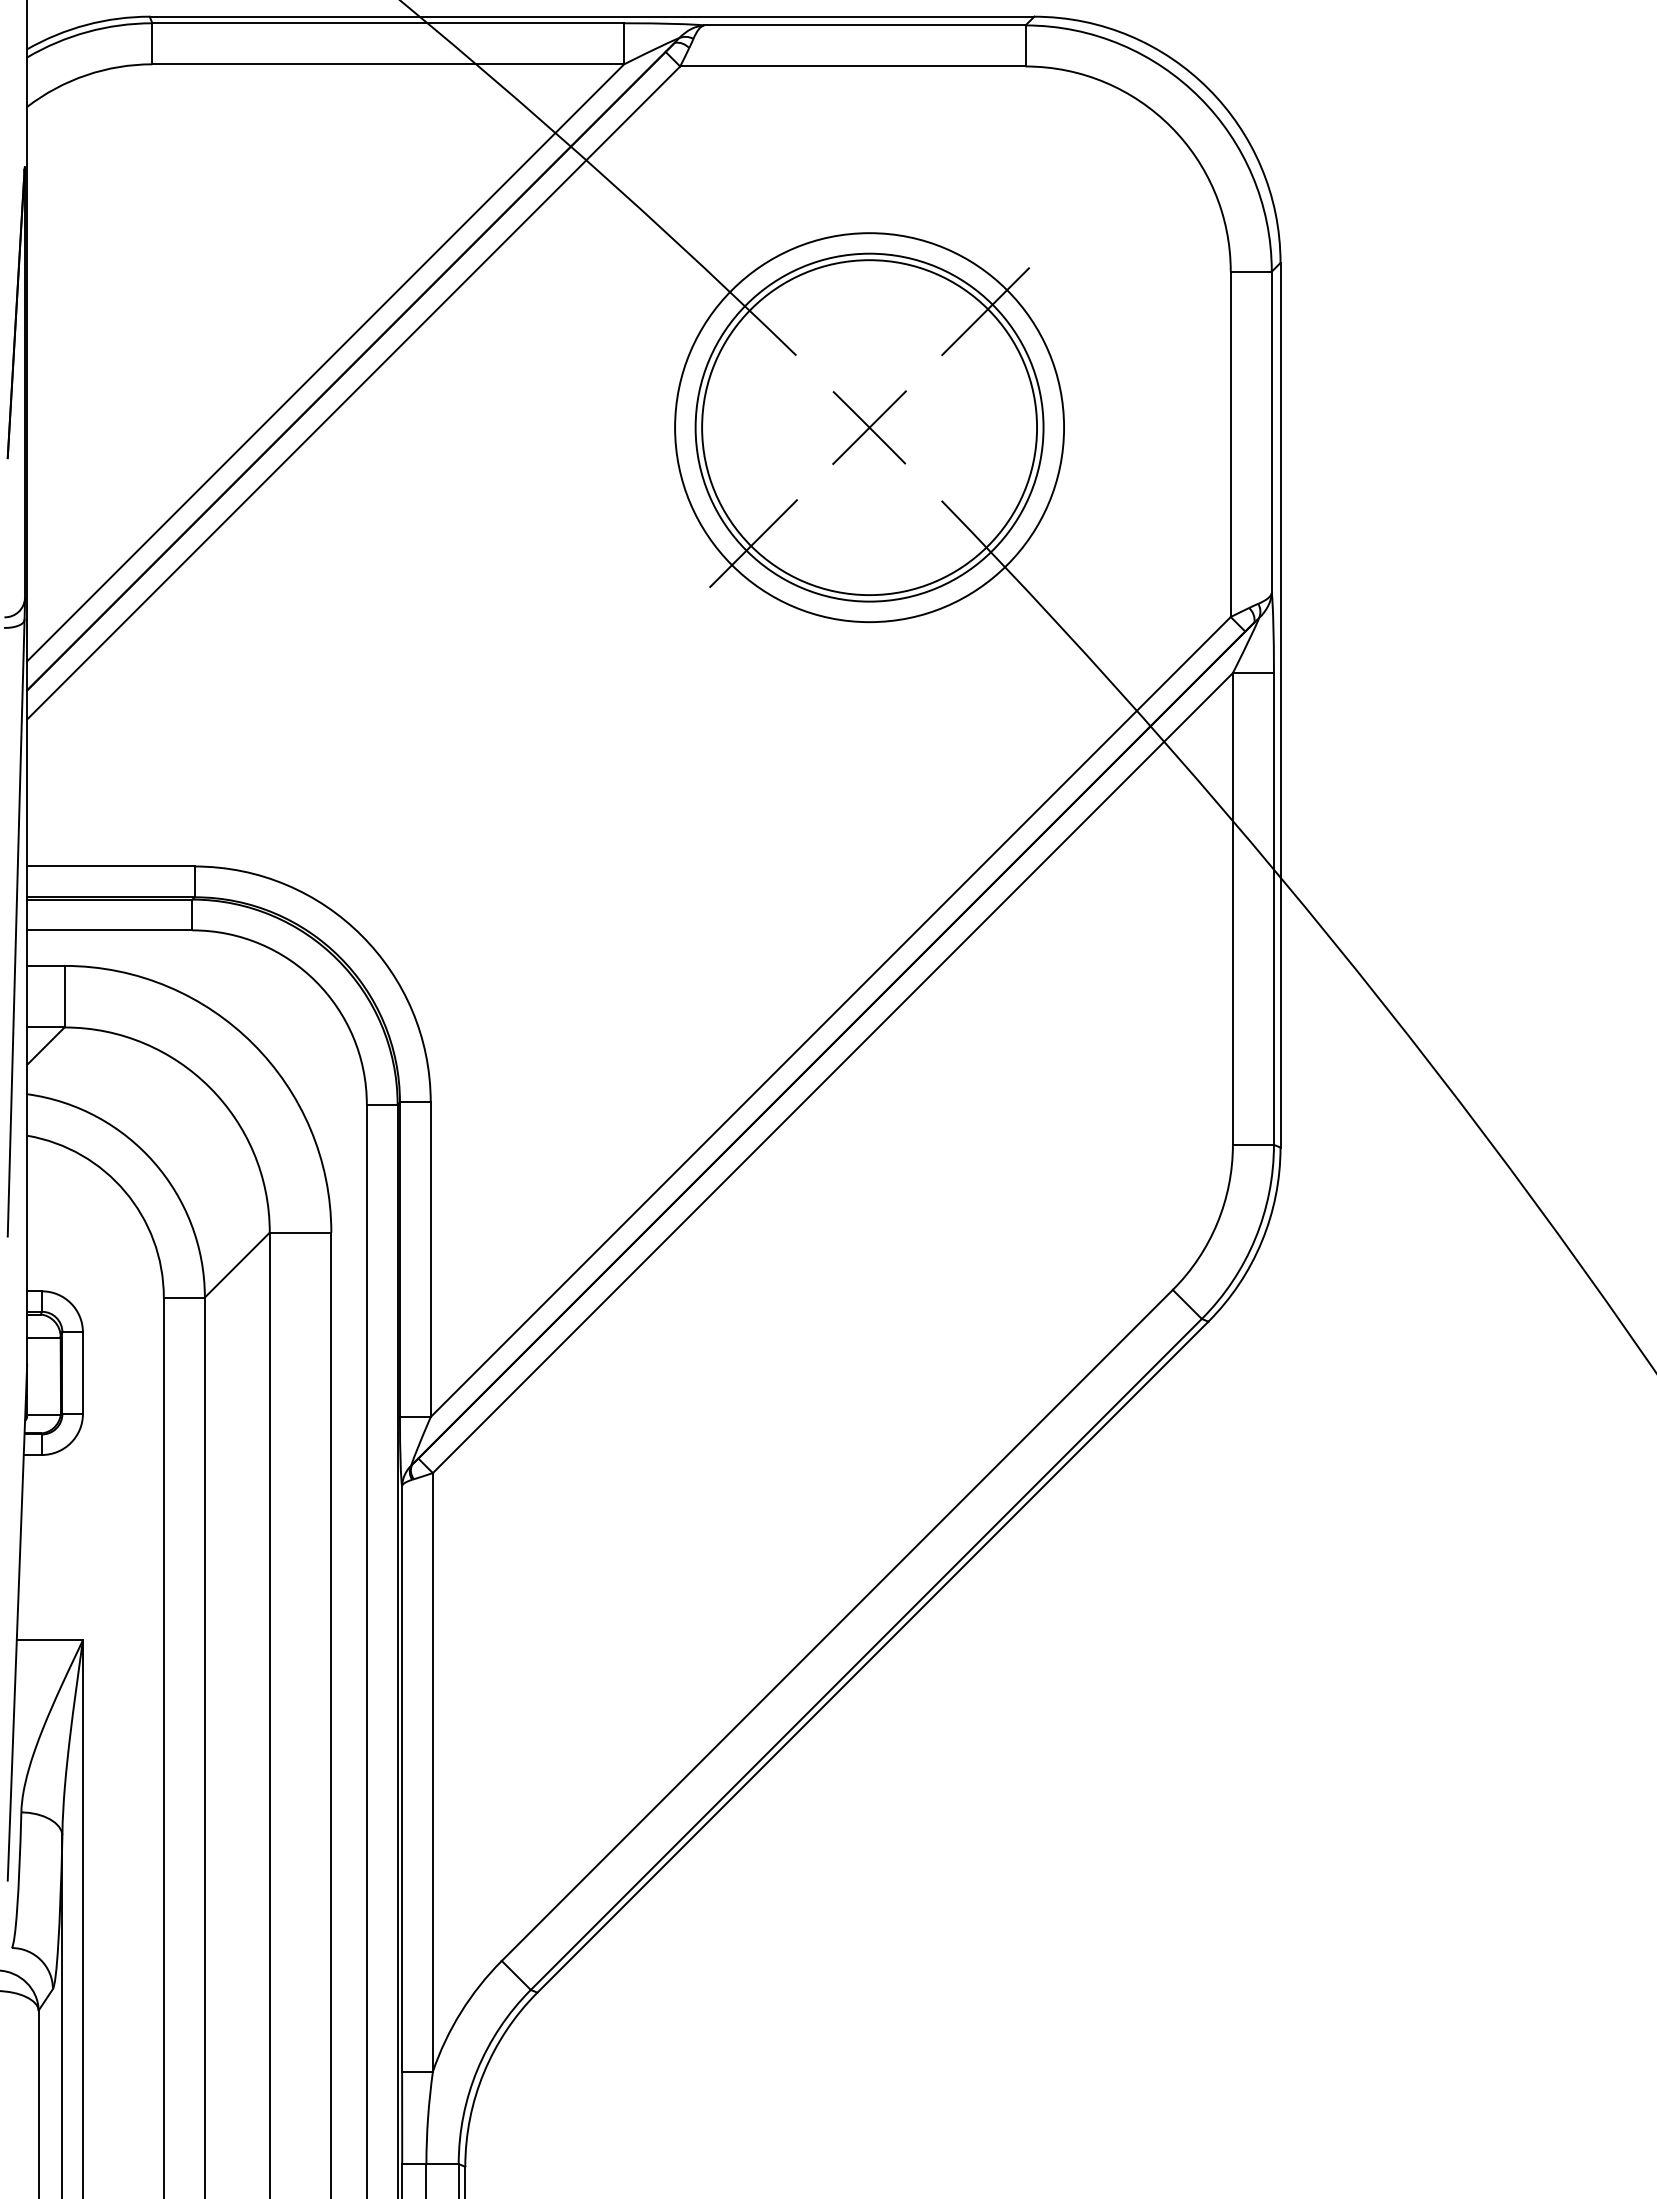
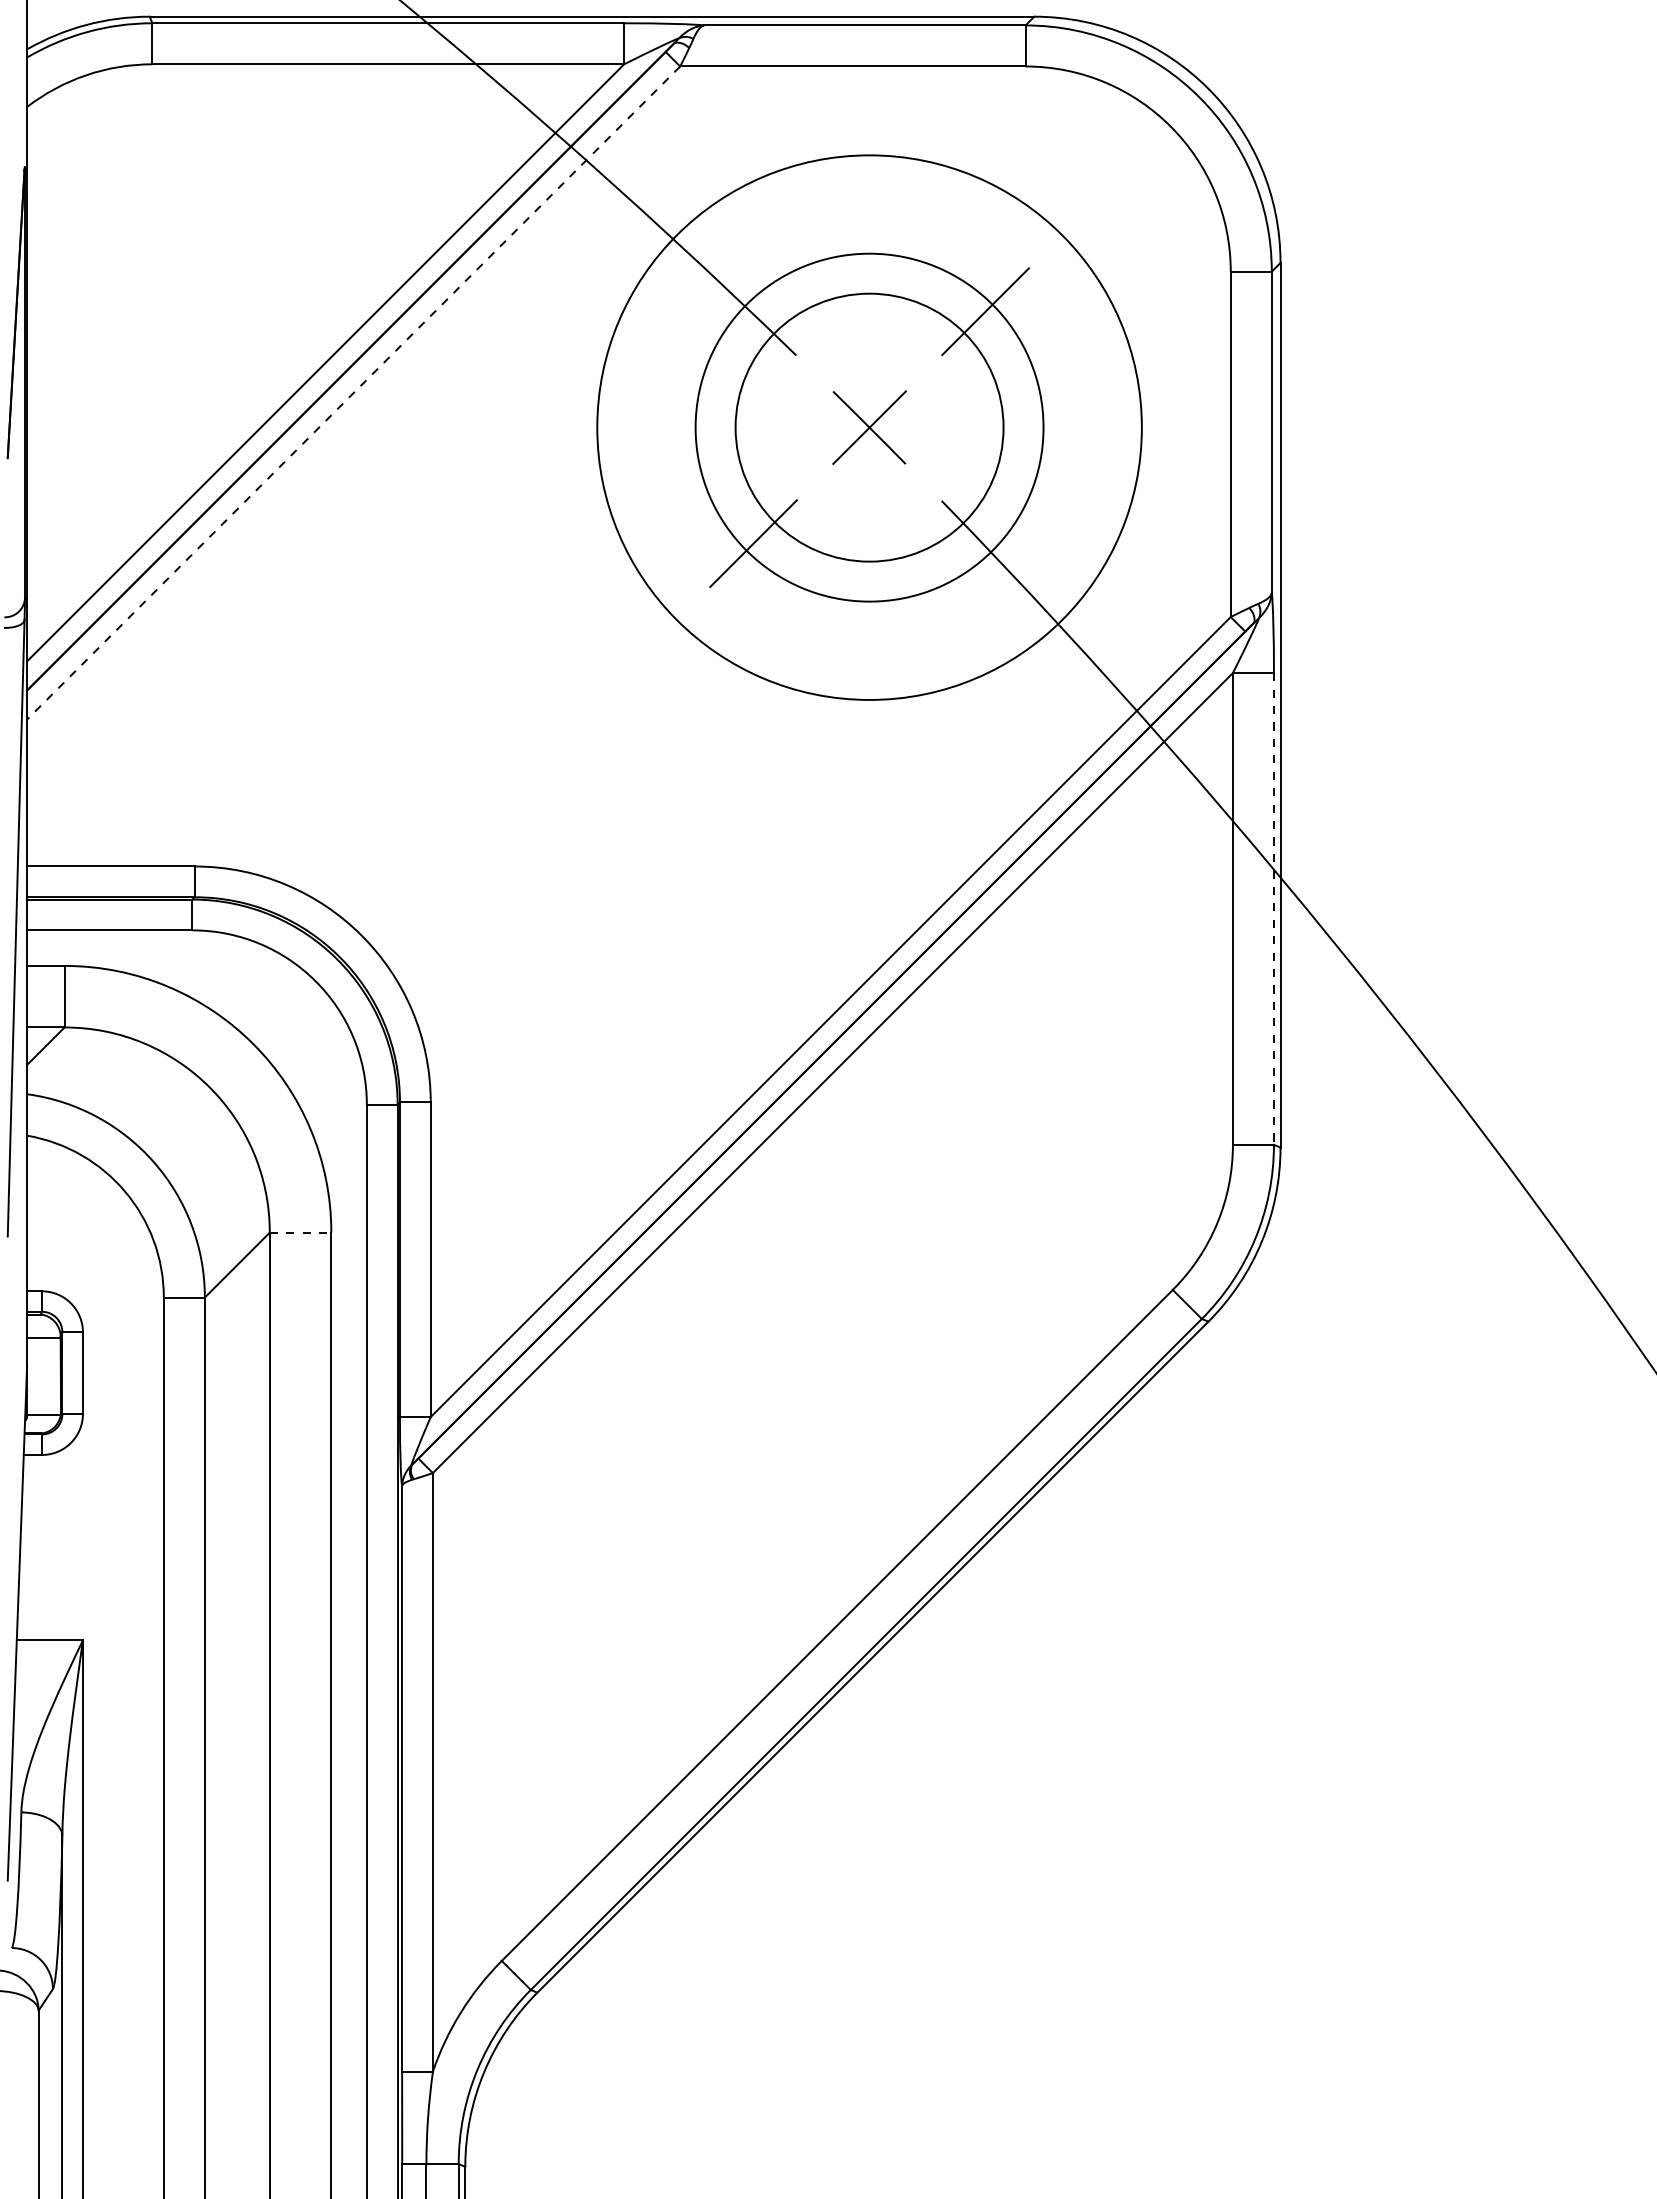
line at (353, 393): solid -> dashed
circle at (869, 427) diameter: 335 px -> 268 px
circle at (869, 427) diameter: 389 px -> 545 px
line at (1273, 908): solid -> dashed
line at (300, 1232): solid -> dashed
